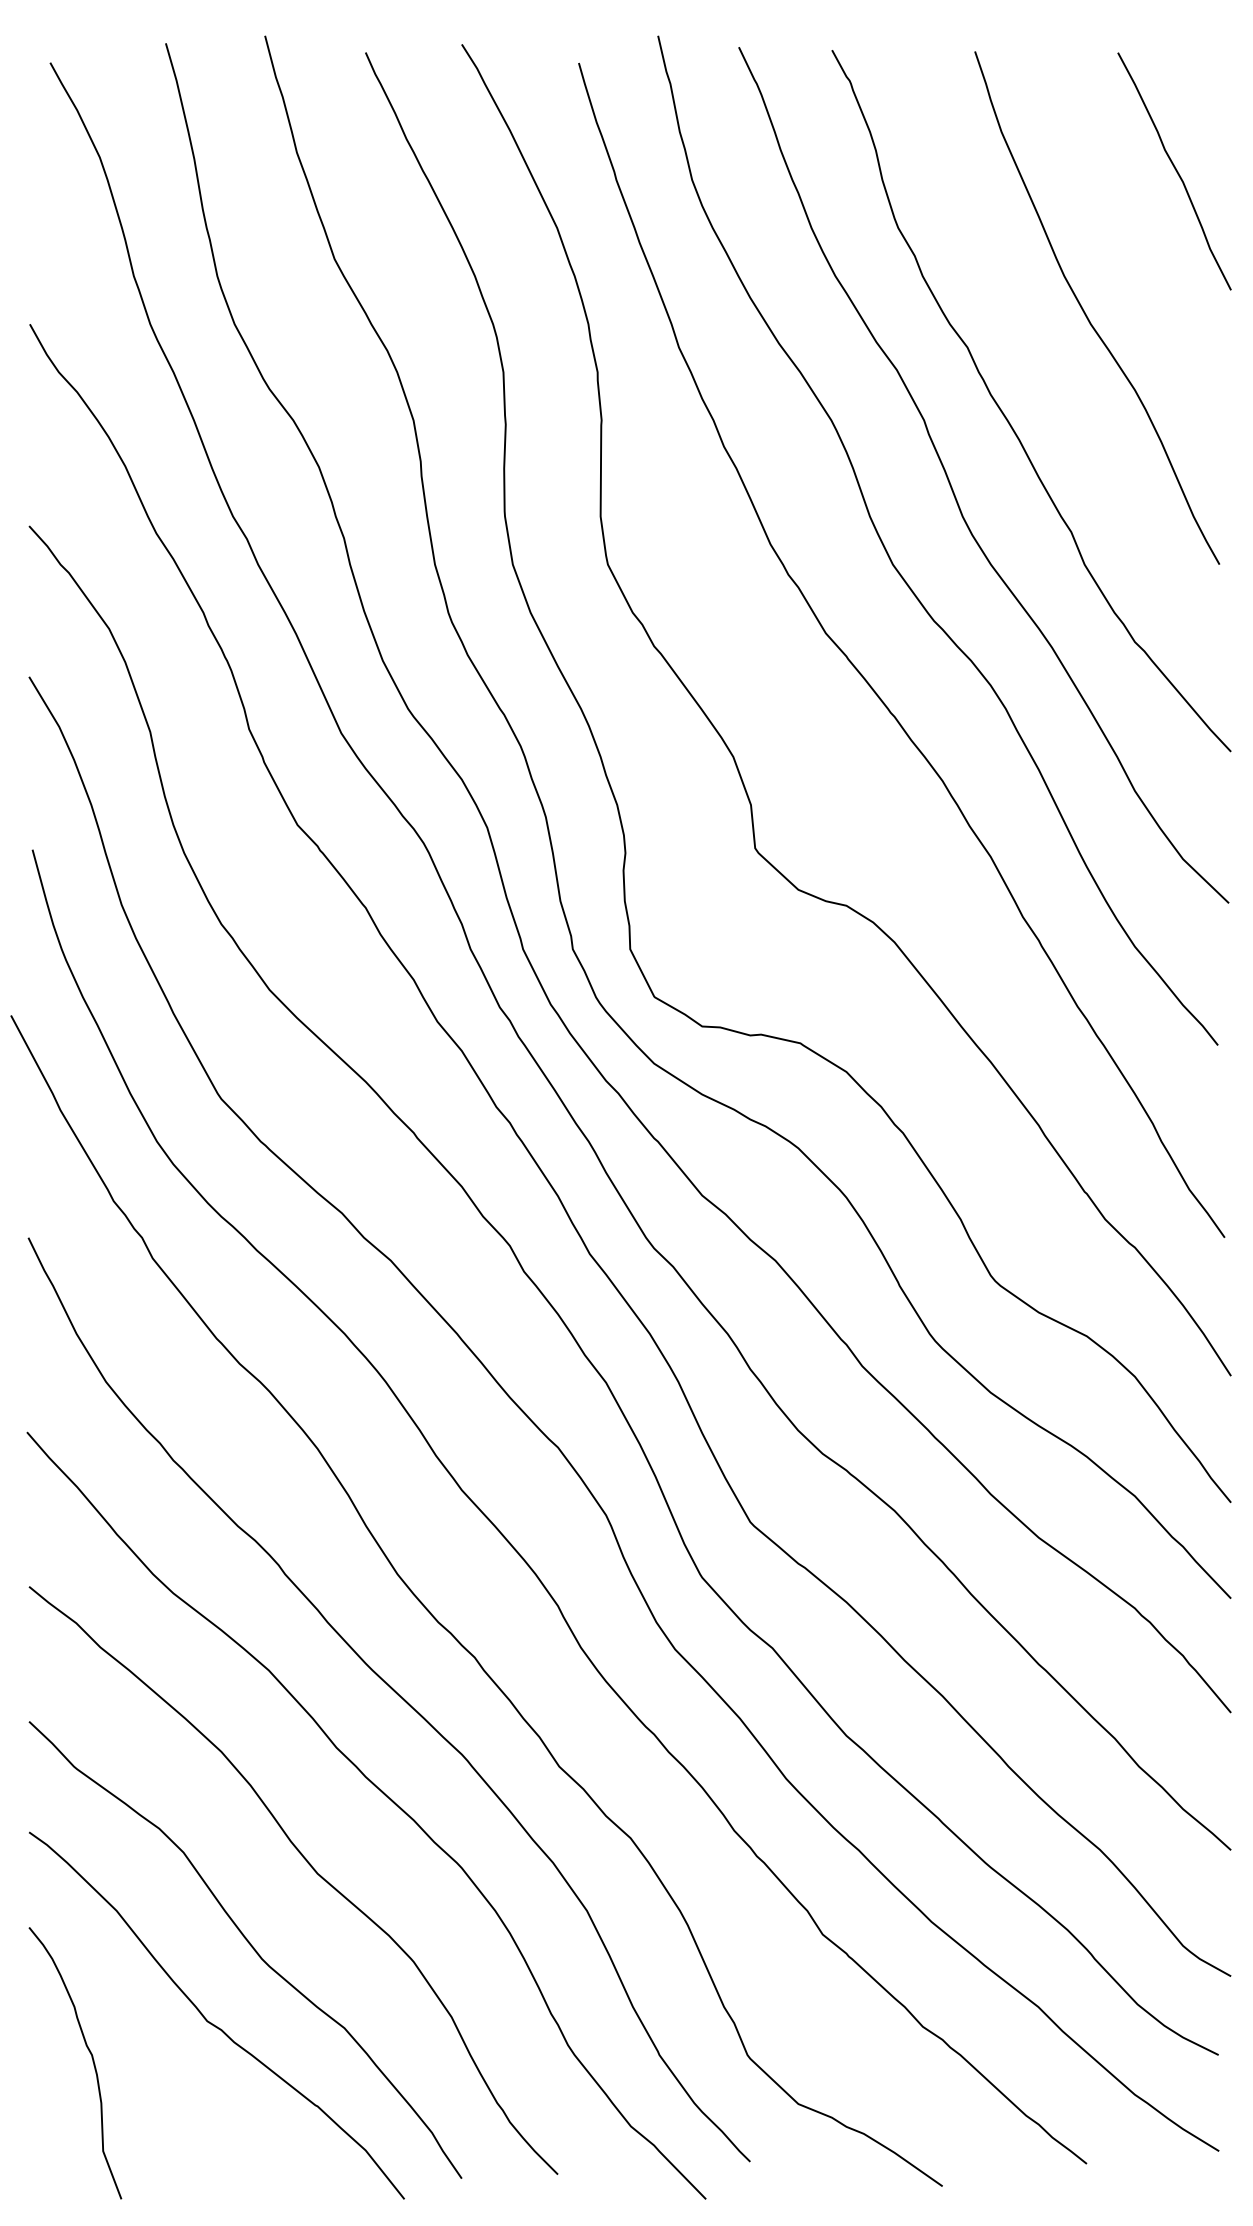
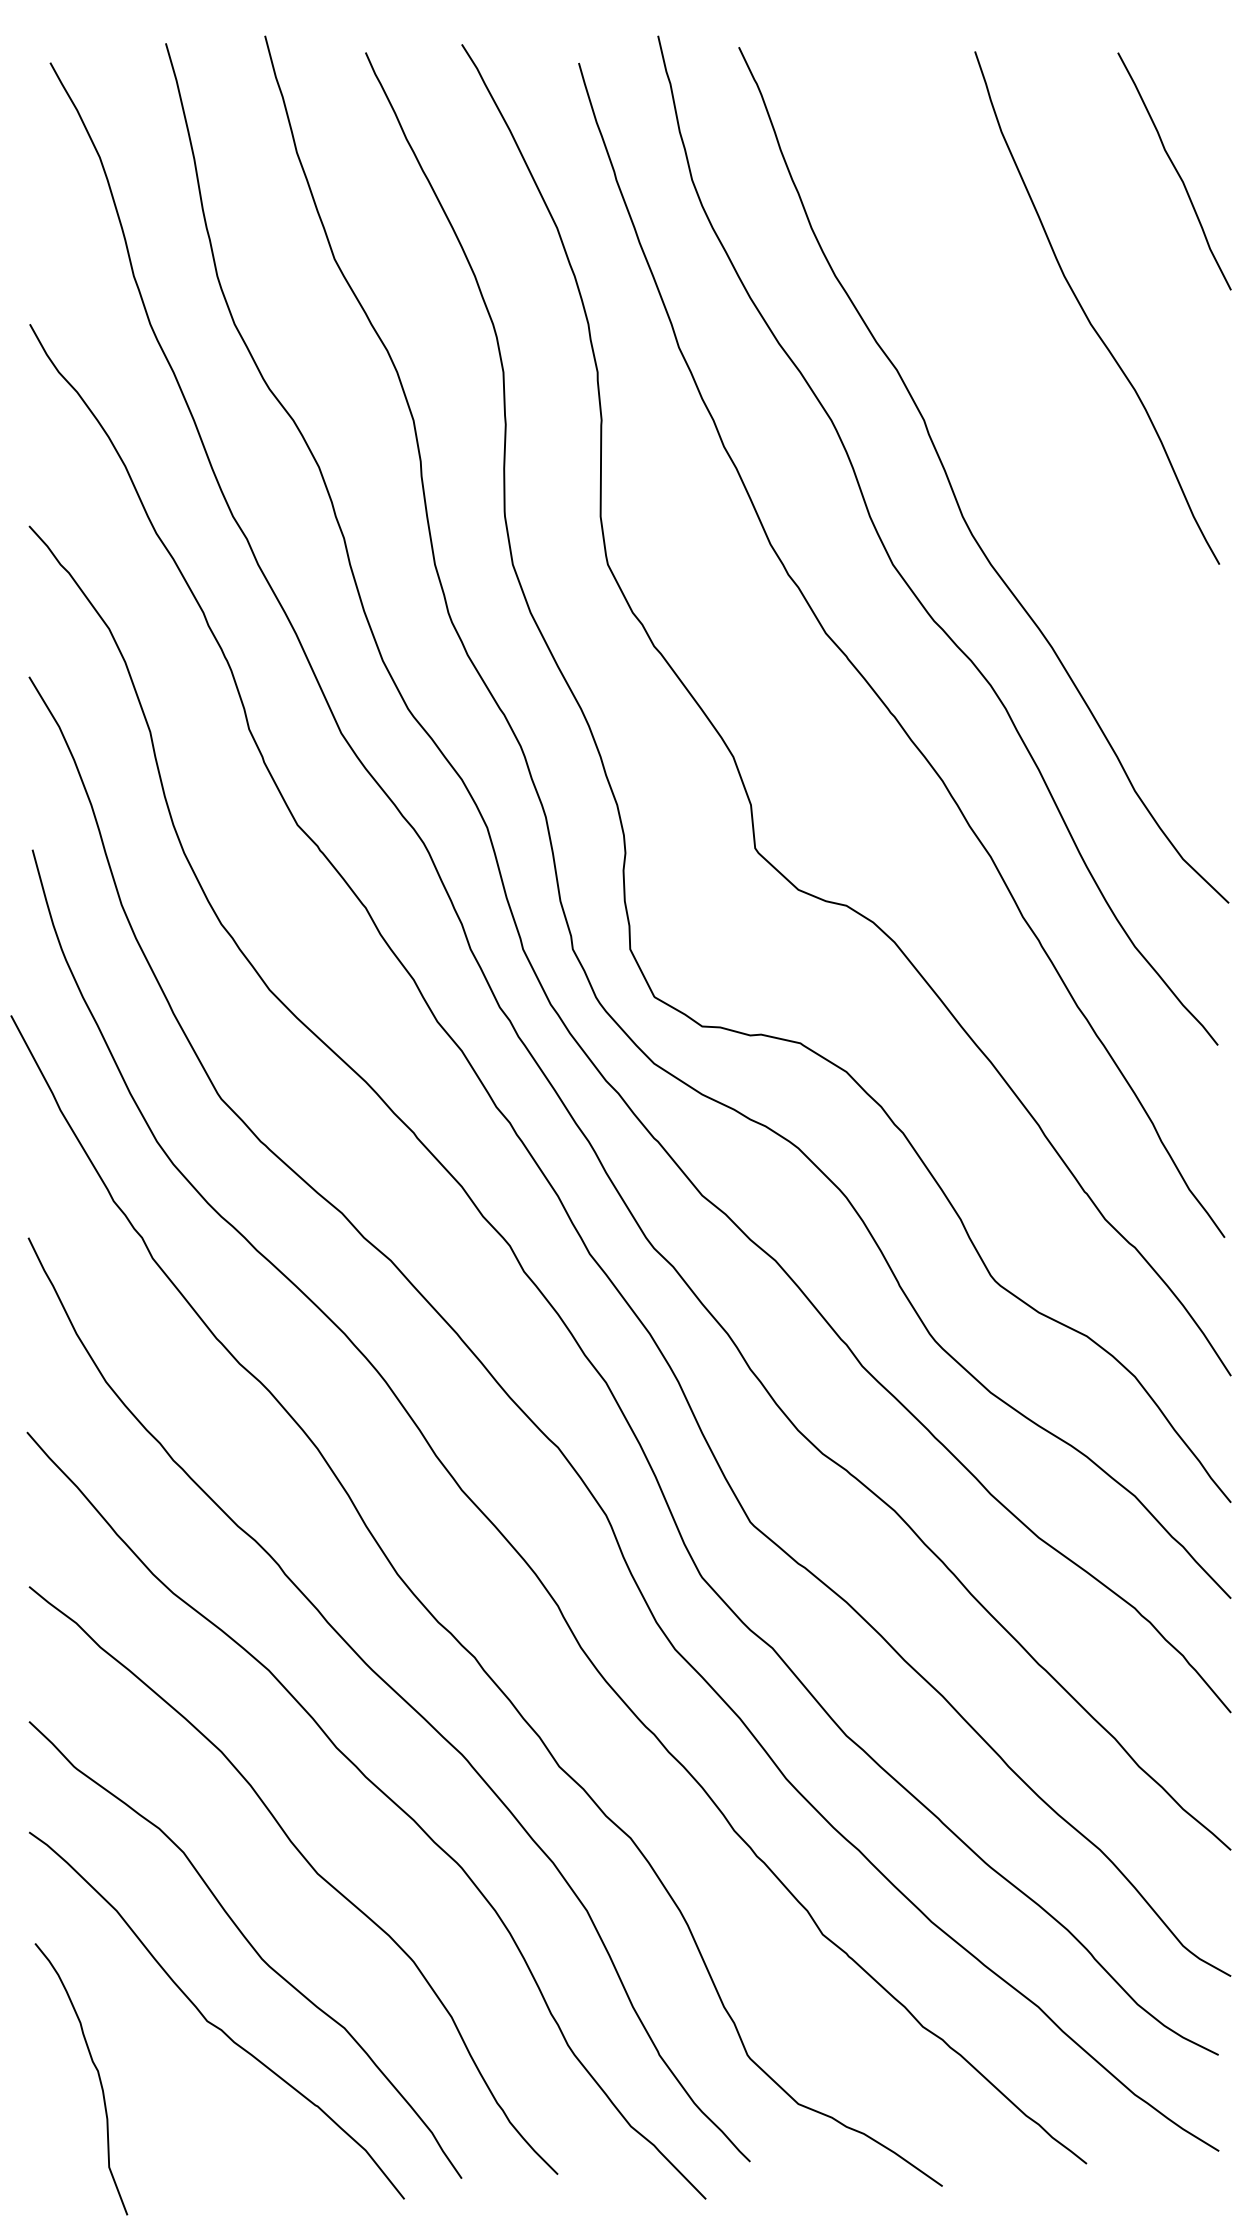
curve at (1006, 416): present -> none
curve at (91, 2057) position: (91, 2057) -> (97, 2073)
